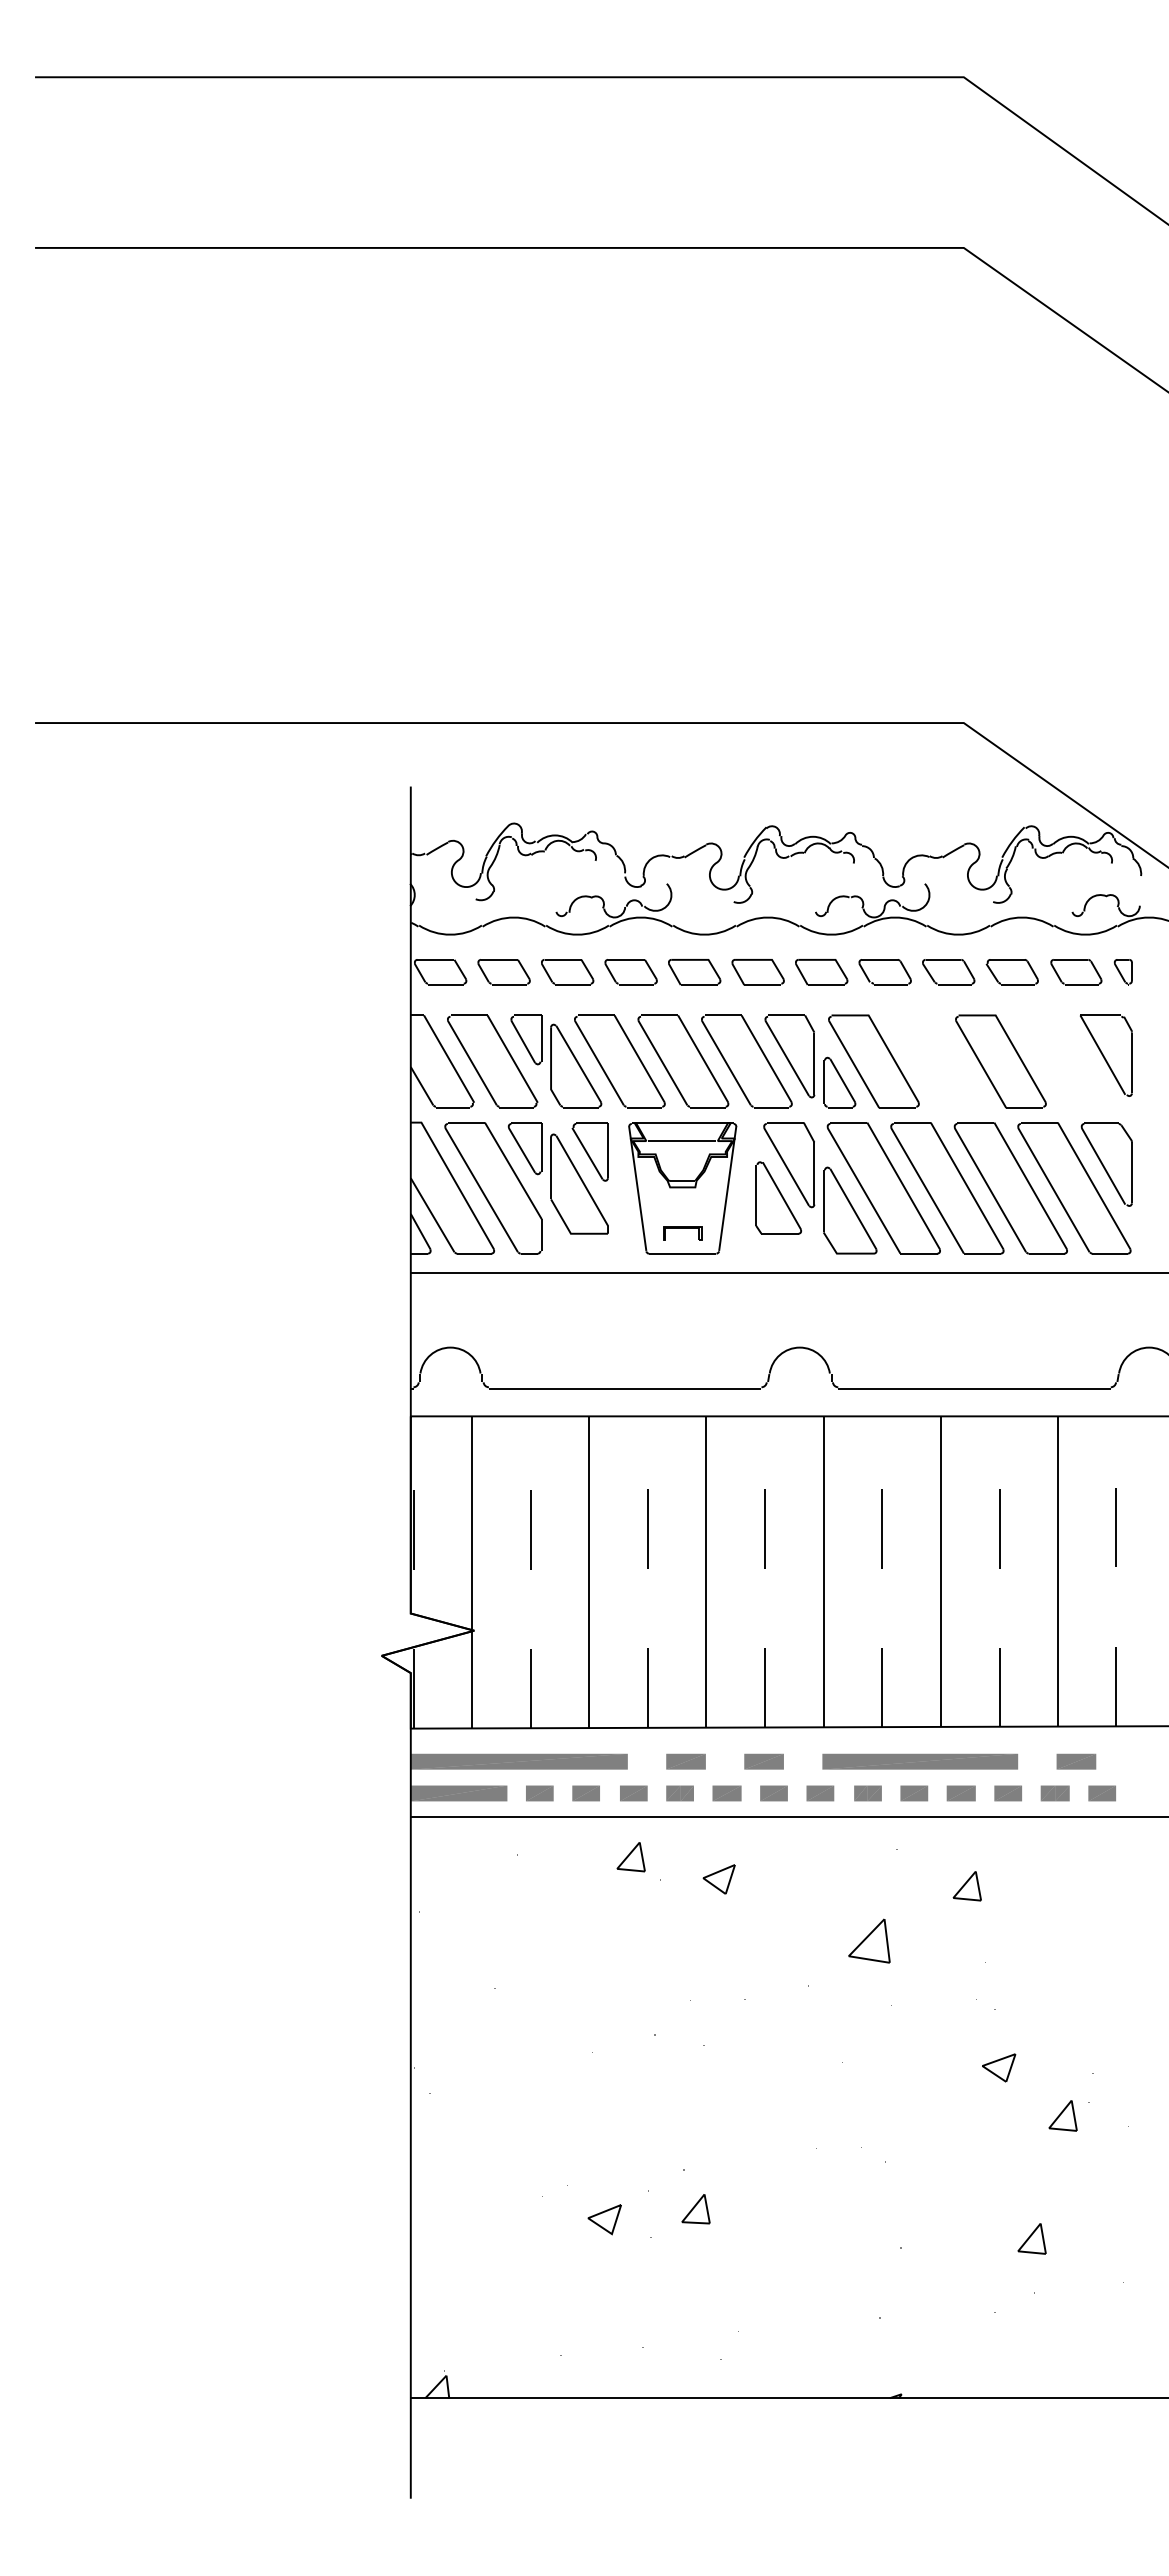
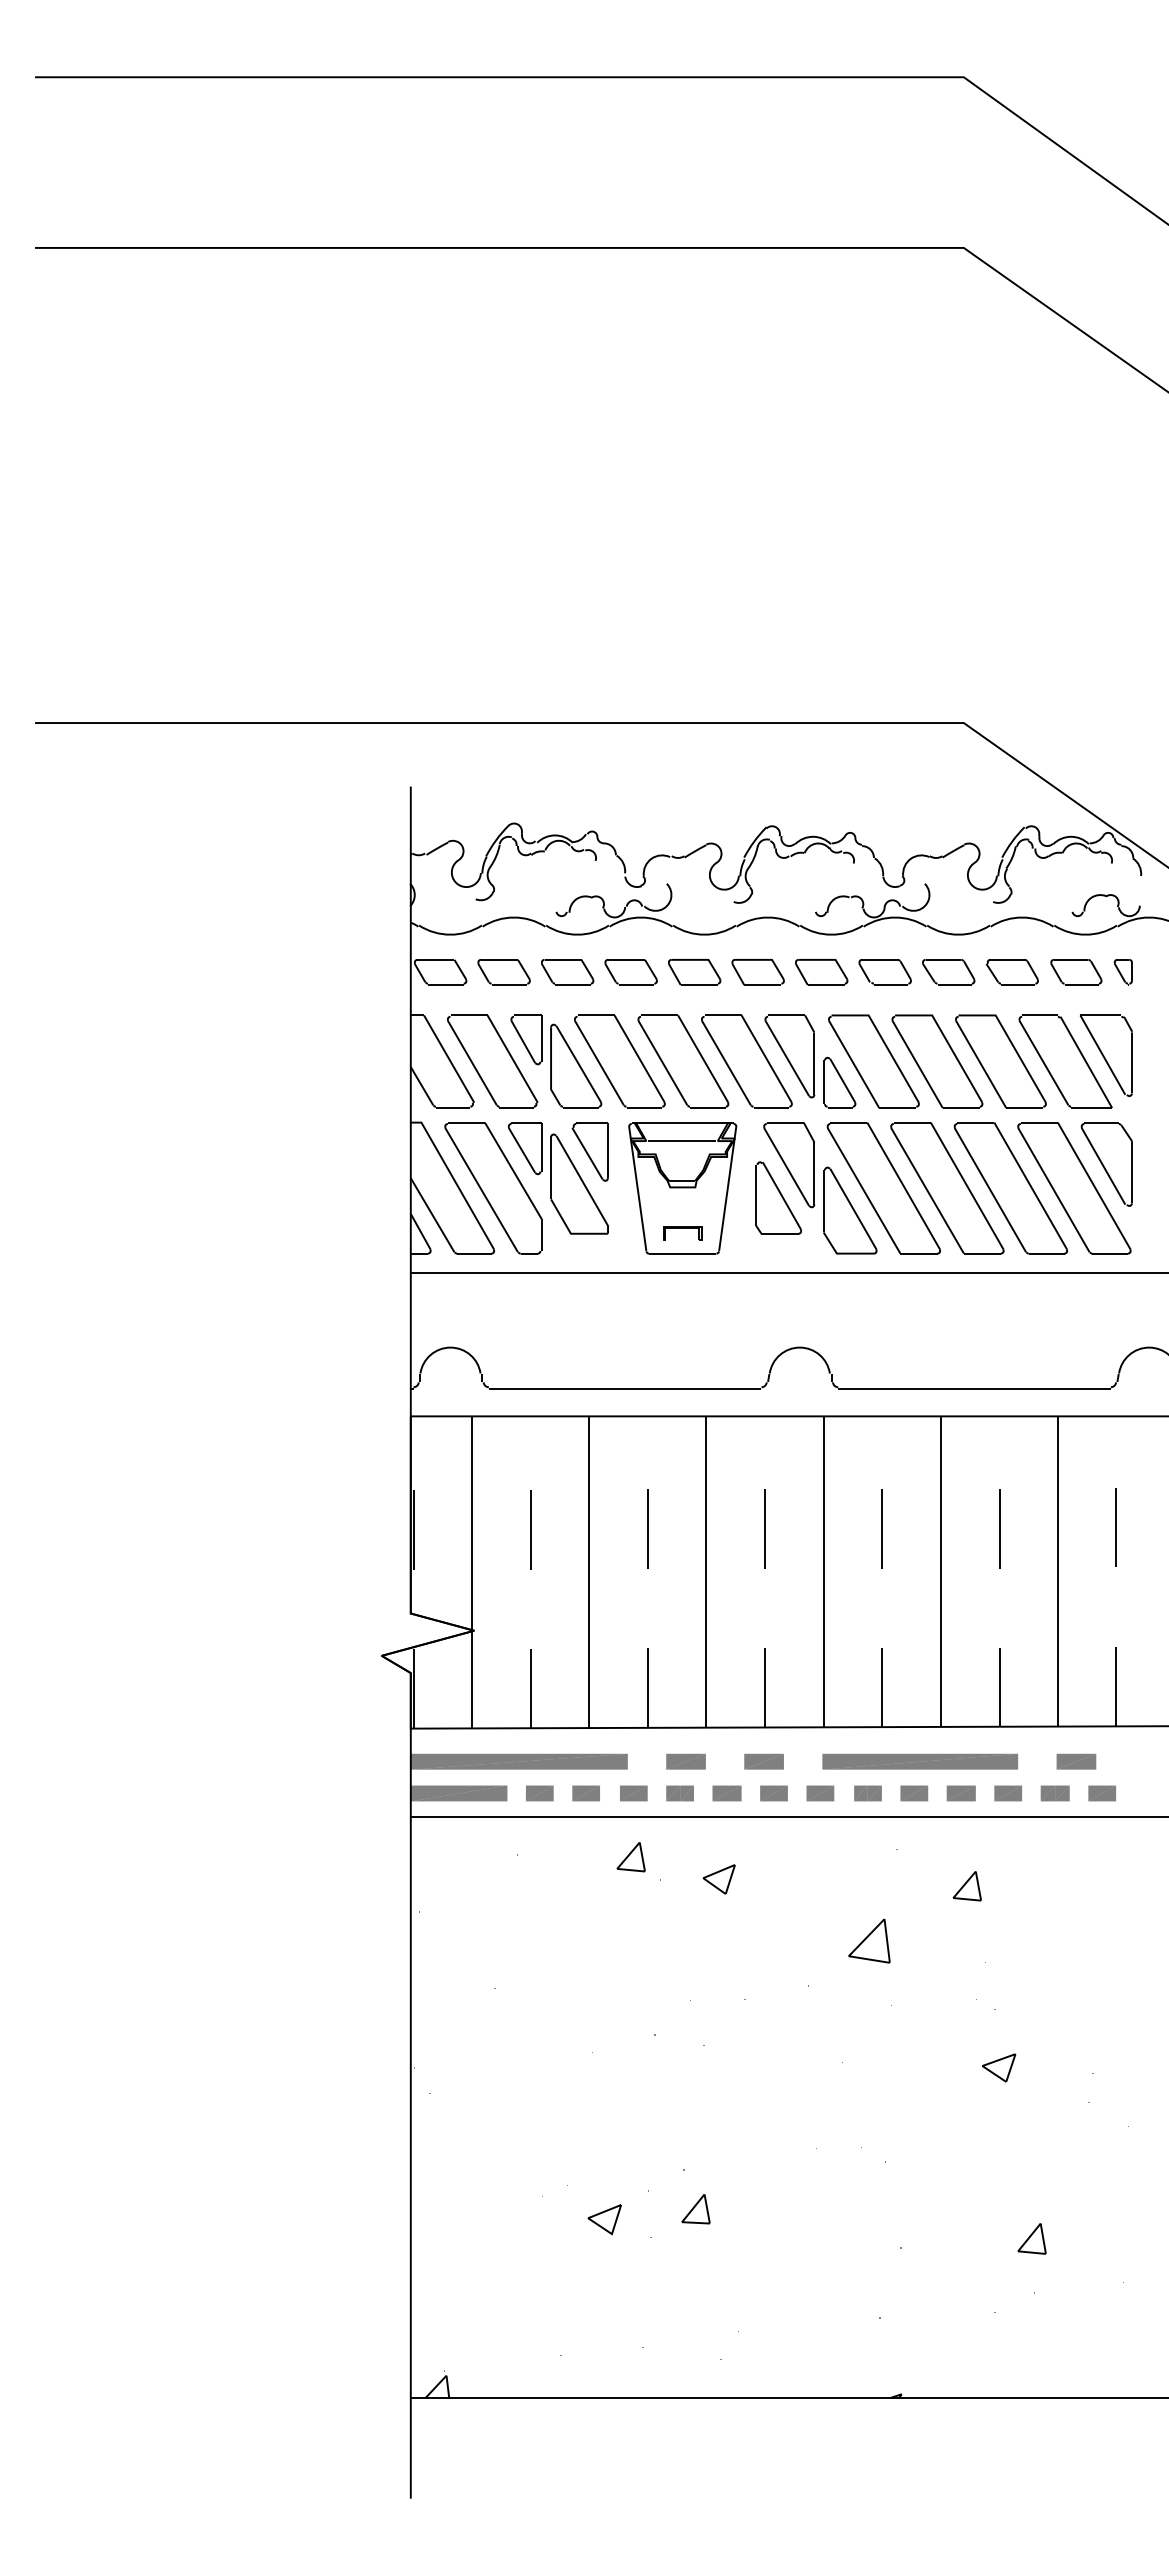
part at (937, 1061): none -> present
part at (1065, 1061): none -> present
part at (1062, 2115): present -> none
